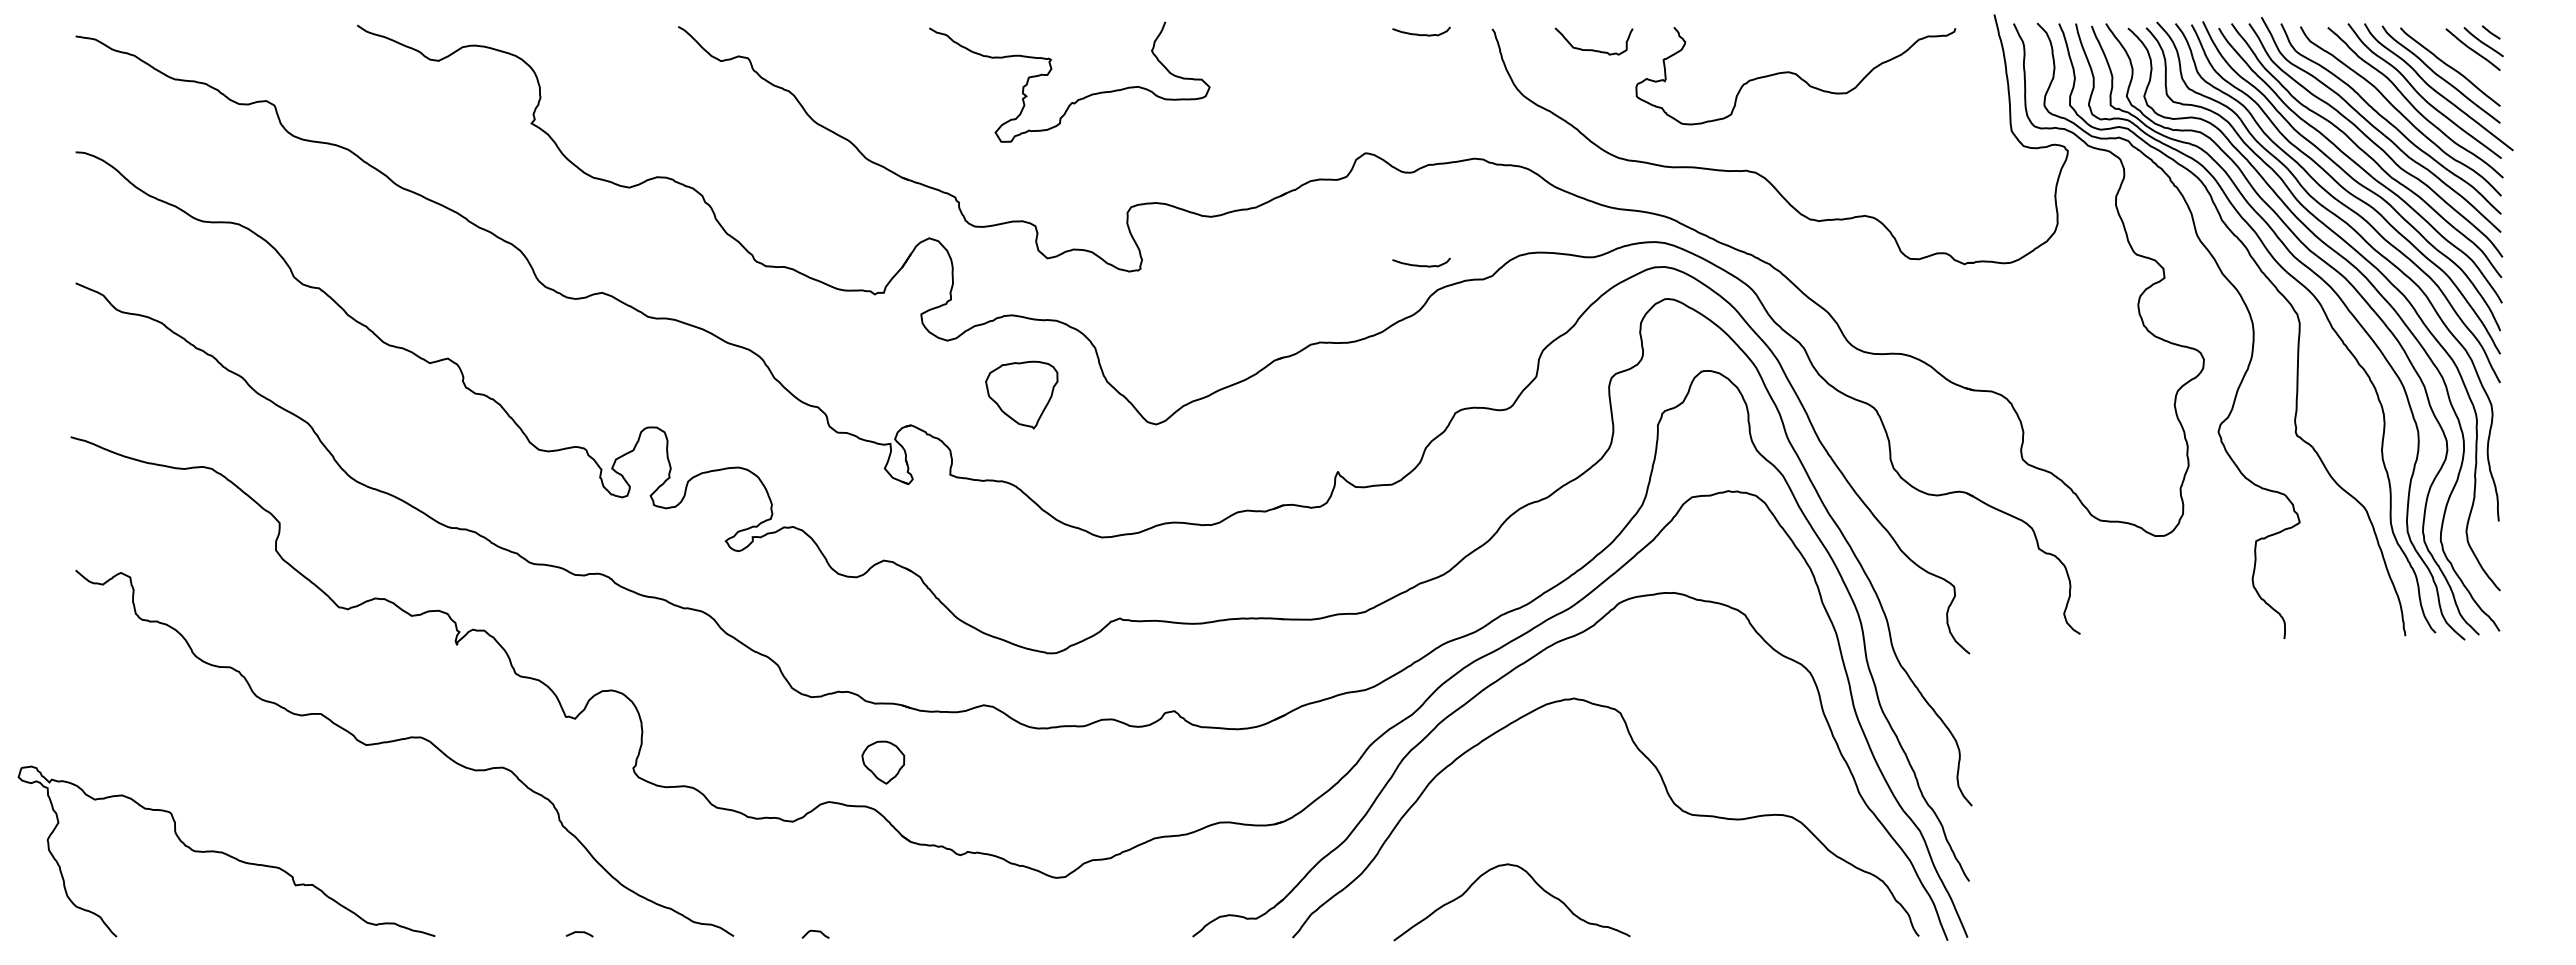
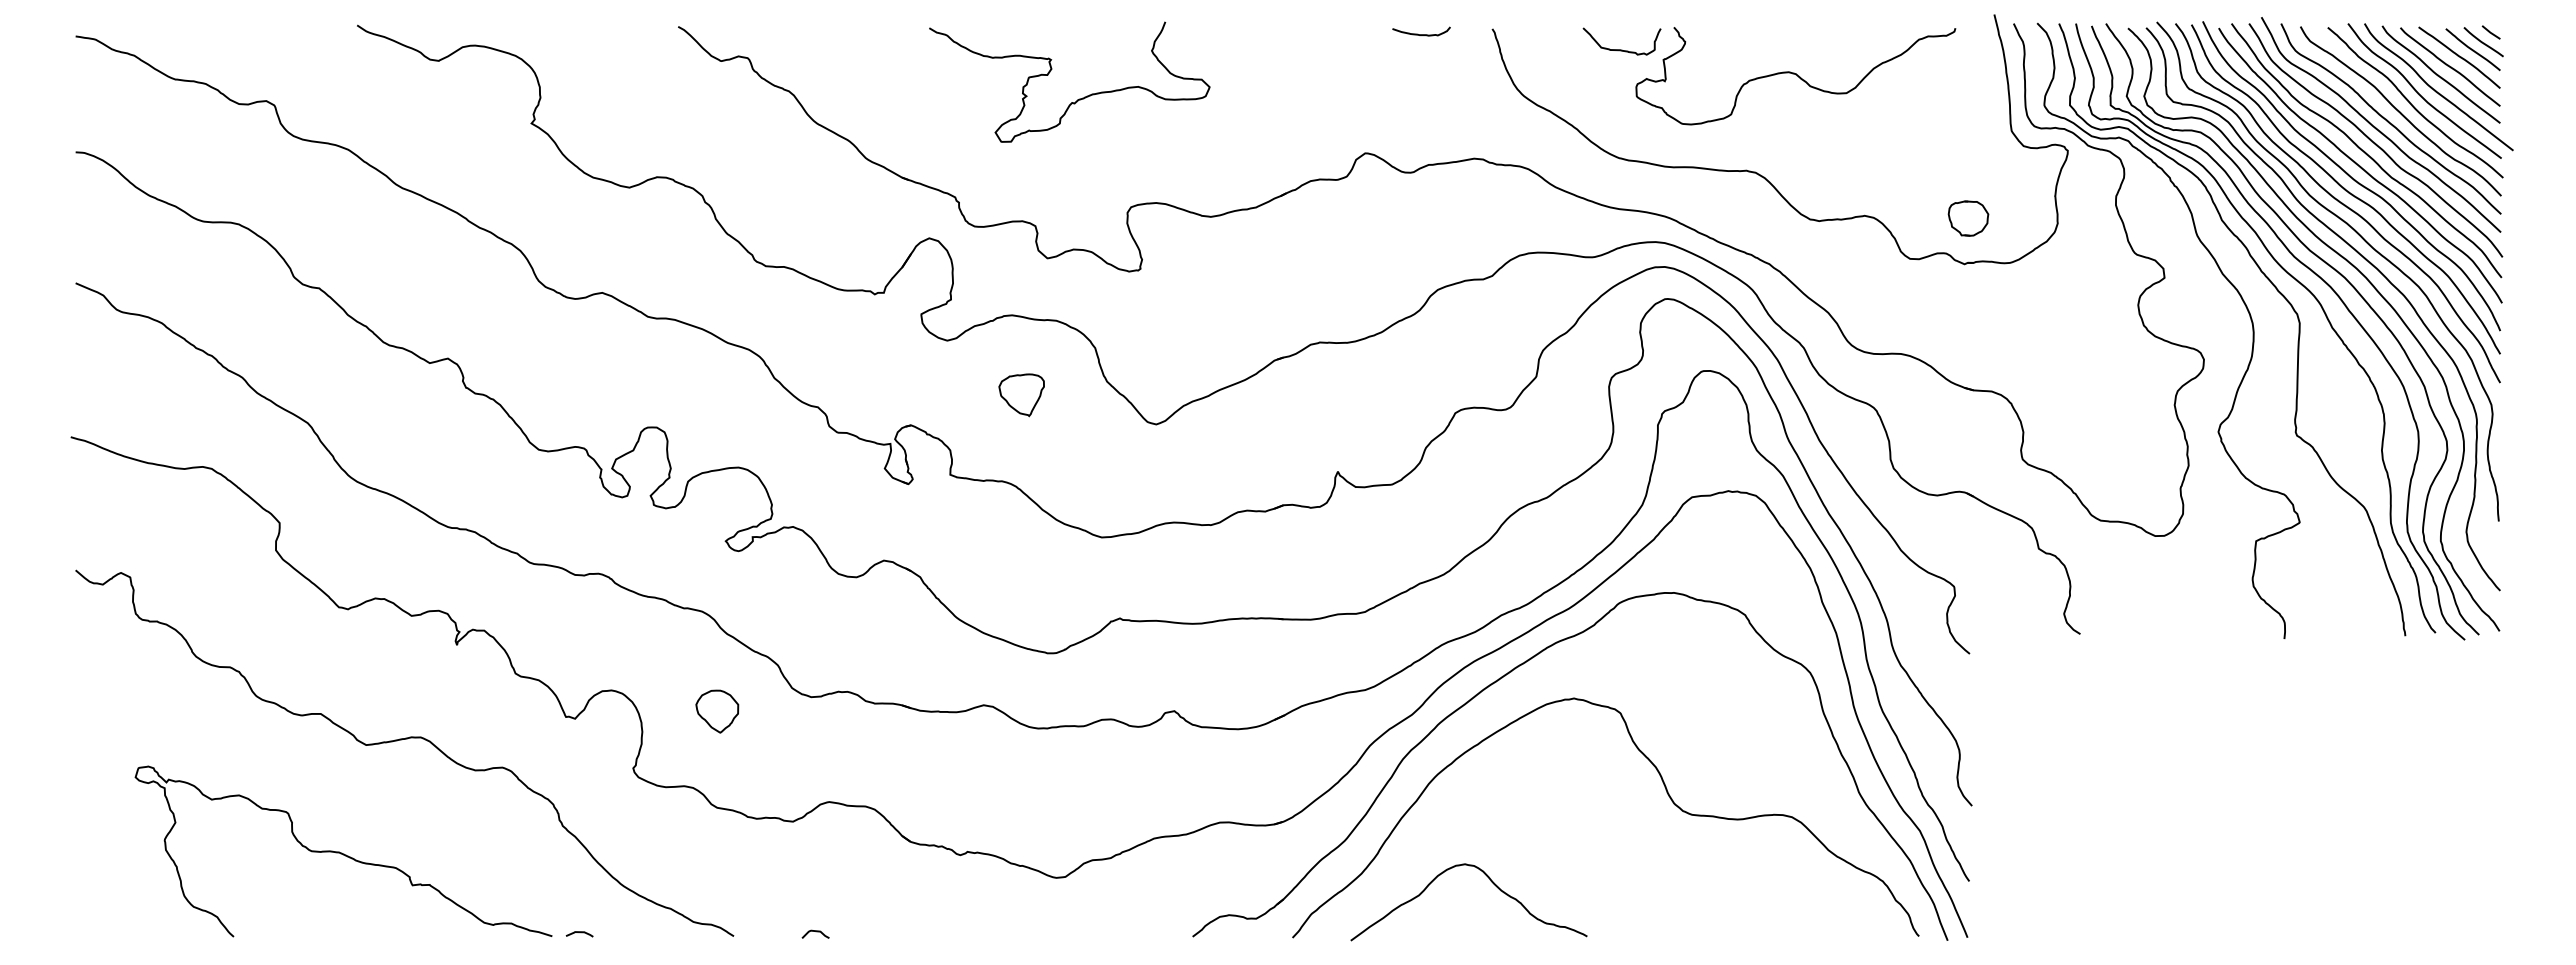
curve at (1593, 49) position: (1593, 49) -> (1621, 49)
curve at (2459, 57): none -> present
part at (1968, 218): none -> present
curve at (1421, 265): present -> none
part at (1021, 394) size: 74x70 px -> 47x45 px
part at (883, 762) position: (883, 762) -> (717, 711)
curve at (226, 853) position: (226, 853) -> (343, 853)
curve at (1533, 881) position: (1533, 881) -> (1490, 881)
